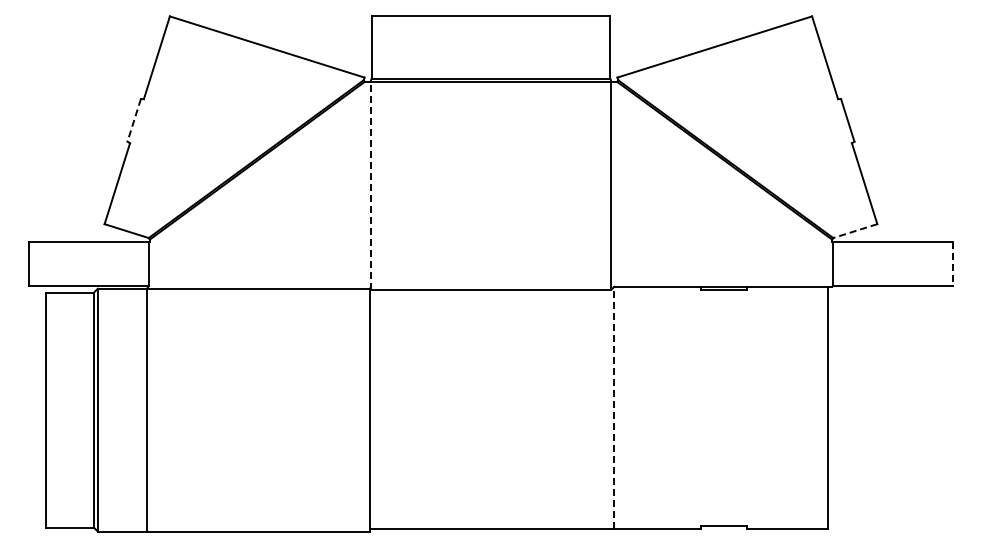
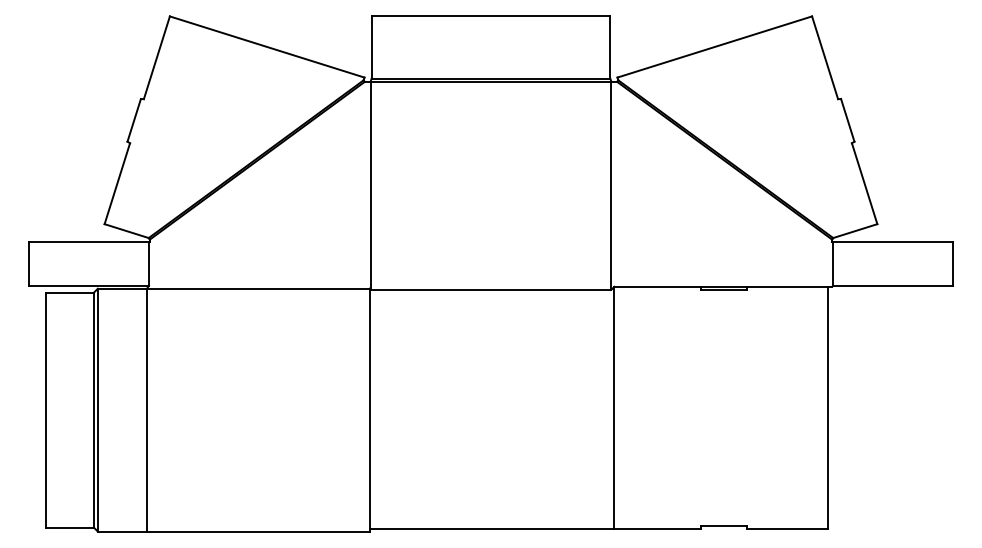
line at (134, 120): dashed -> solid
line at (370, 185): dashed -> solid
line at (854, 231): dashed -> solid
line at (952, 264): dashed -> solid
line at (614, 407): dashed -> solid
